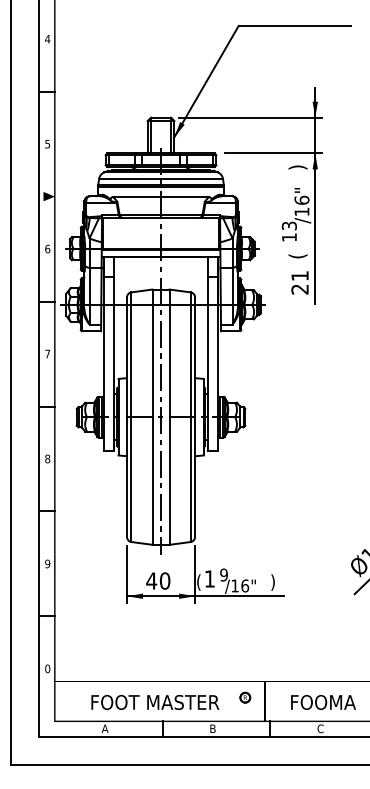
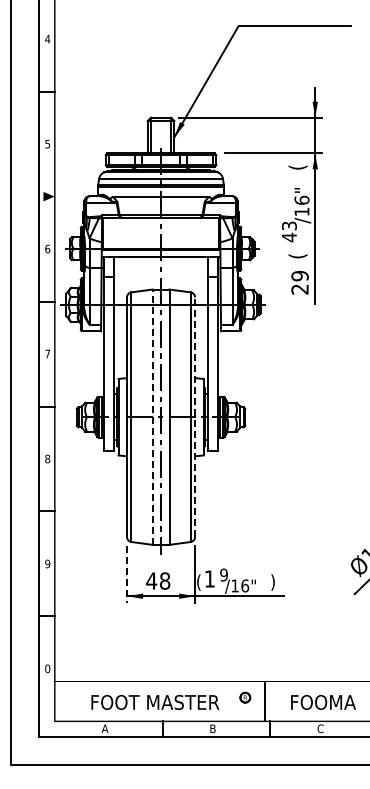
text at (297, 167): ) -> (
text at (289, 237): 13 -> 43
text at (299, 275): 21 -> 29
line at (152, 417): solid -> dashed
line at (195, 417): solid -> dashed
line at (127, 574): solid -> dashed
text at (164, 580): 40 -> 48
